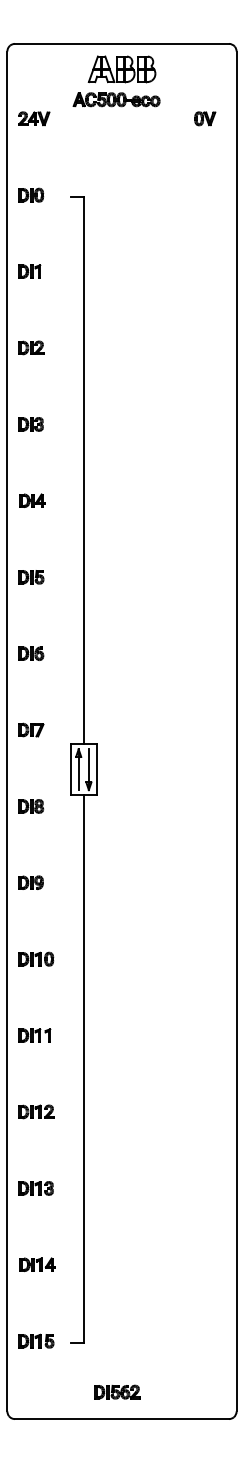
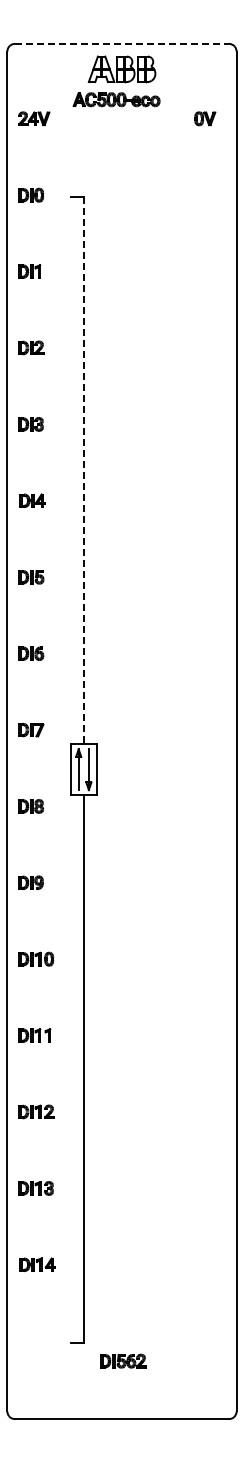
line at (121, 43): solid -> dashed
line at (83, 470): solid -> dashed
part at (36, 1340): present -> none
part at (117, 1391) position: (117, 1391) -> (123, 1360)
